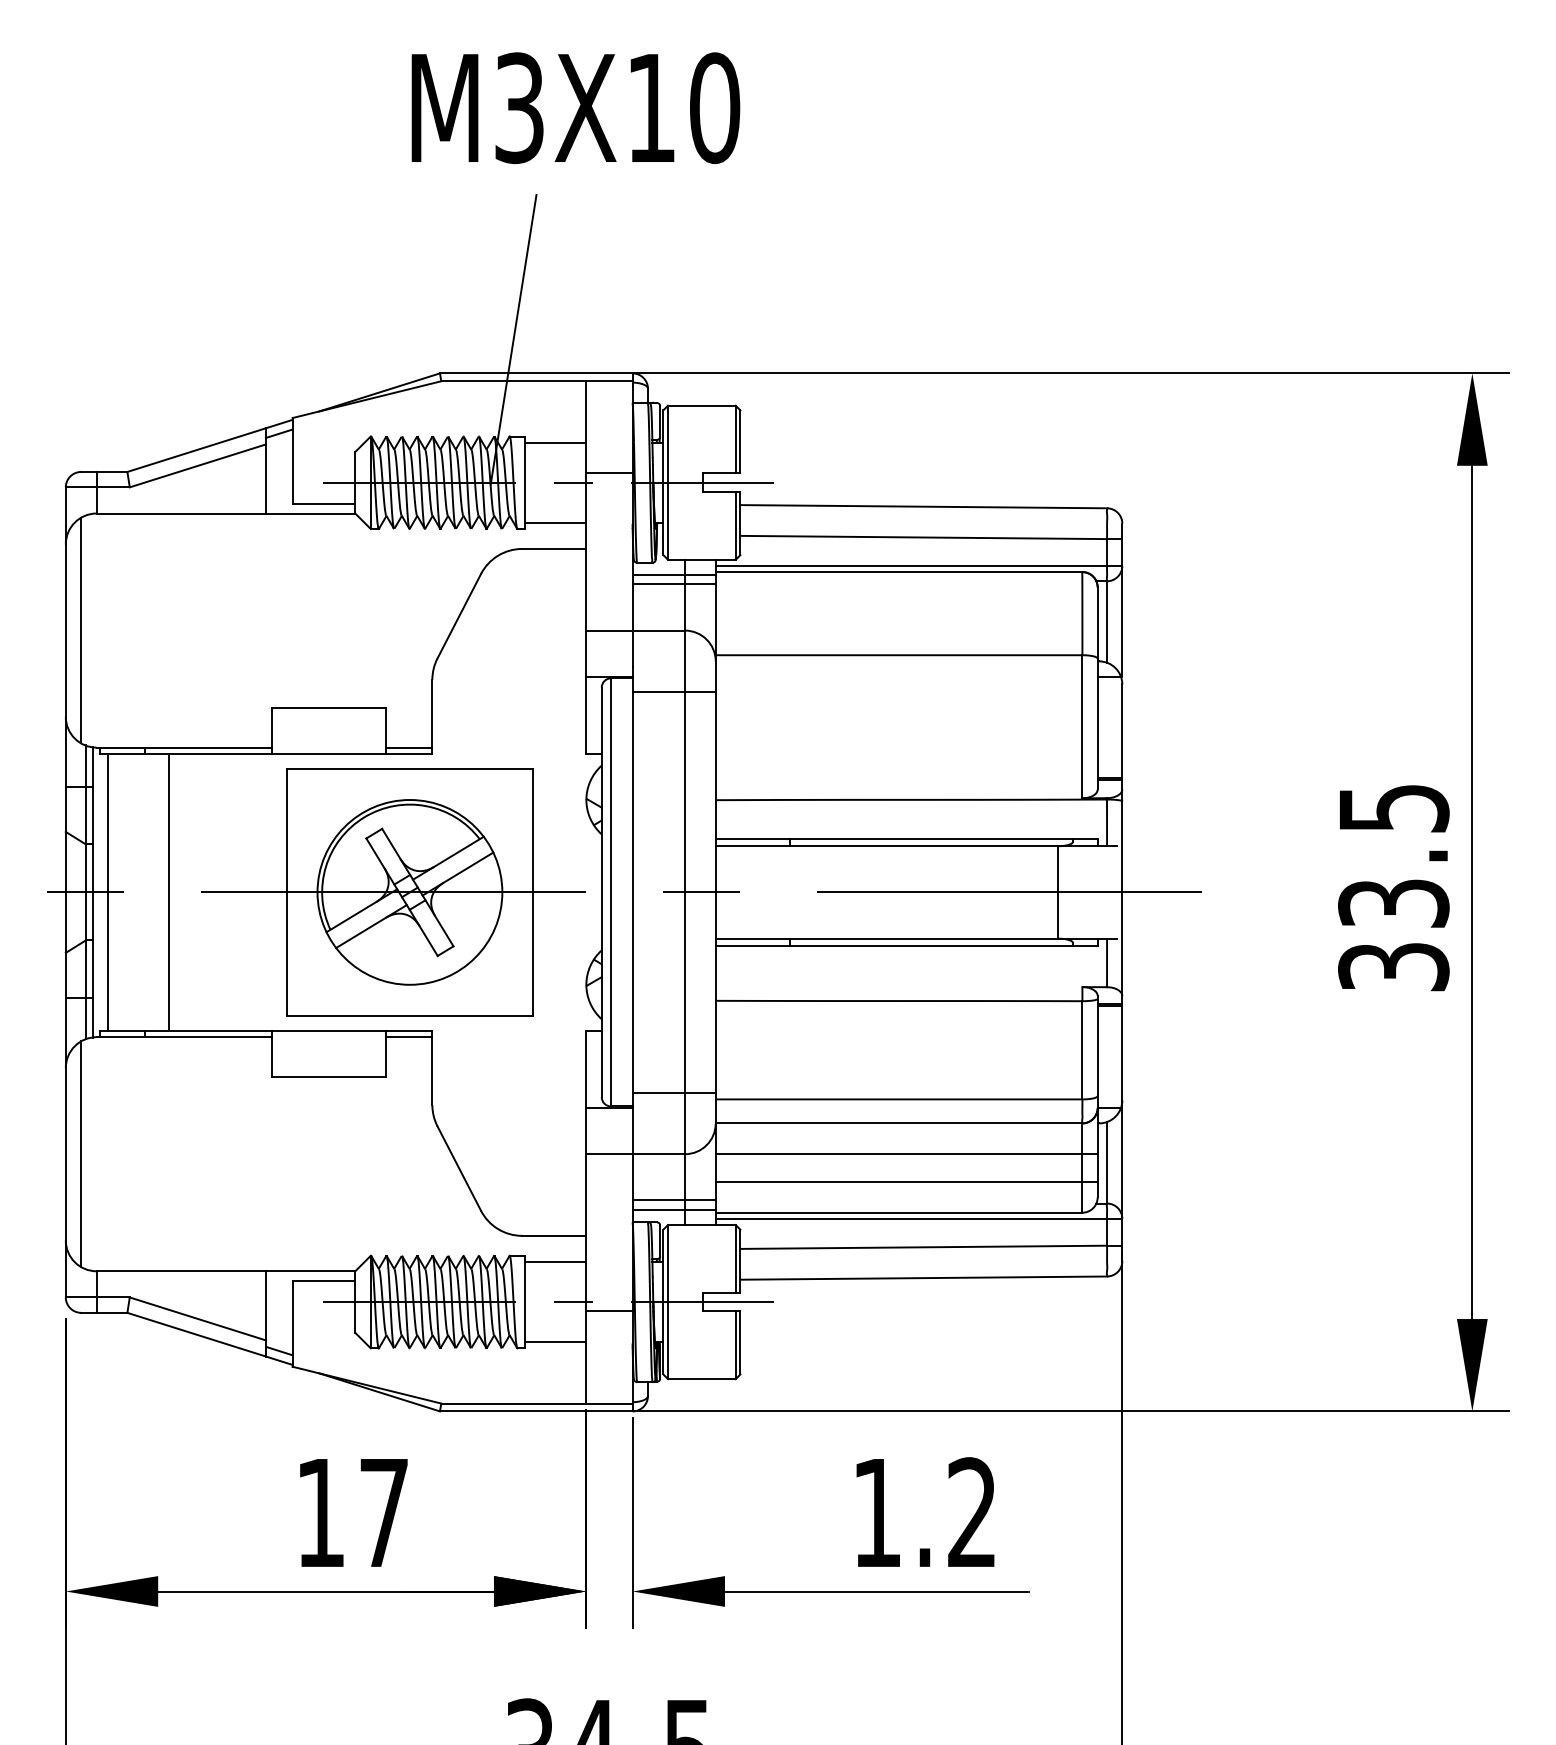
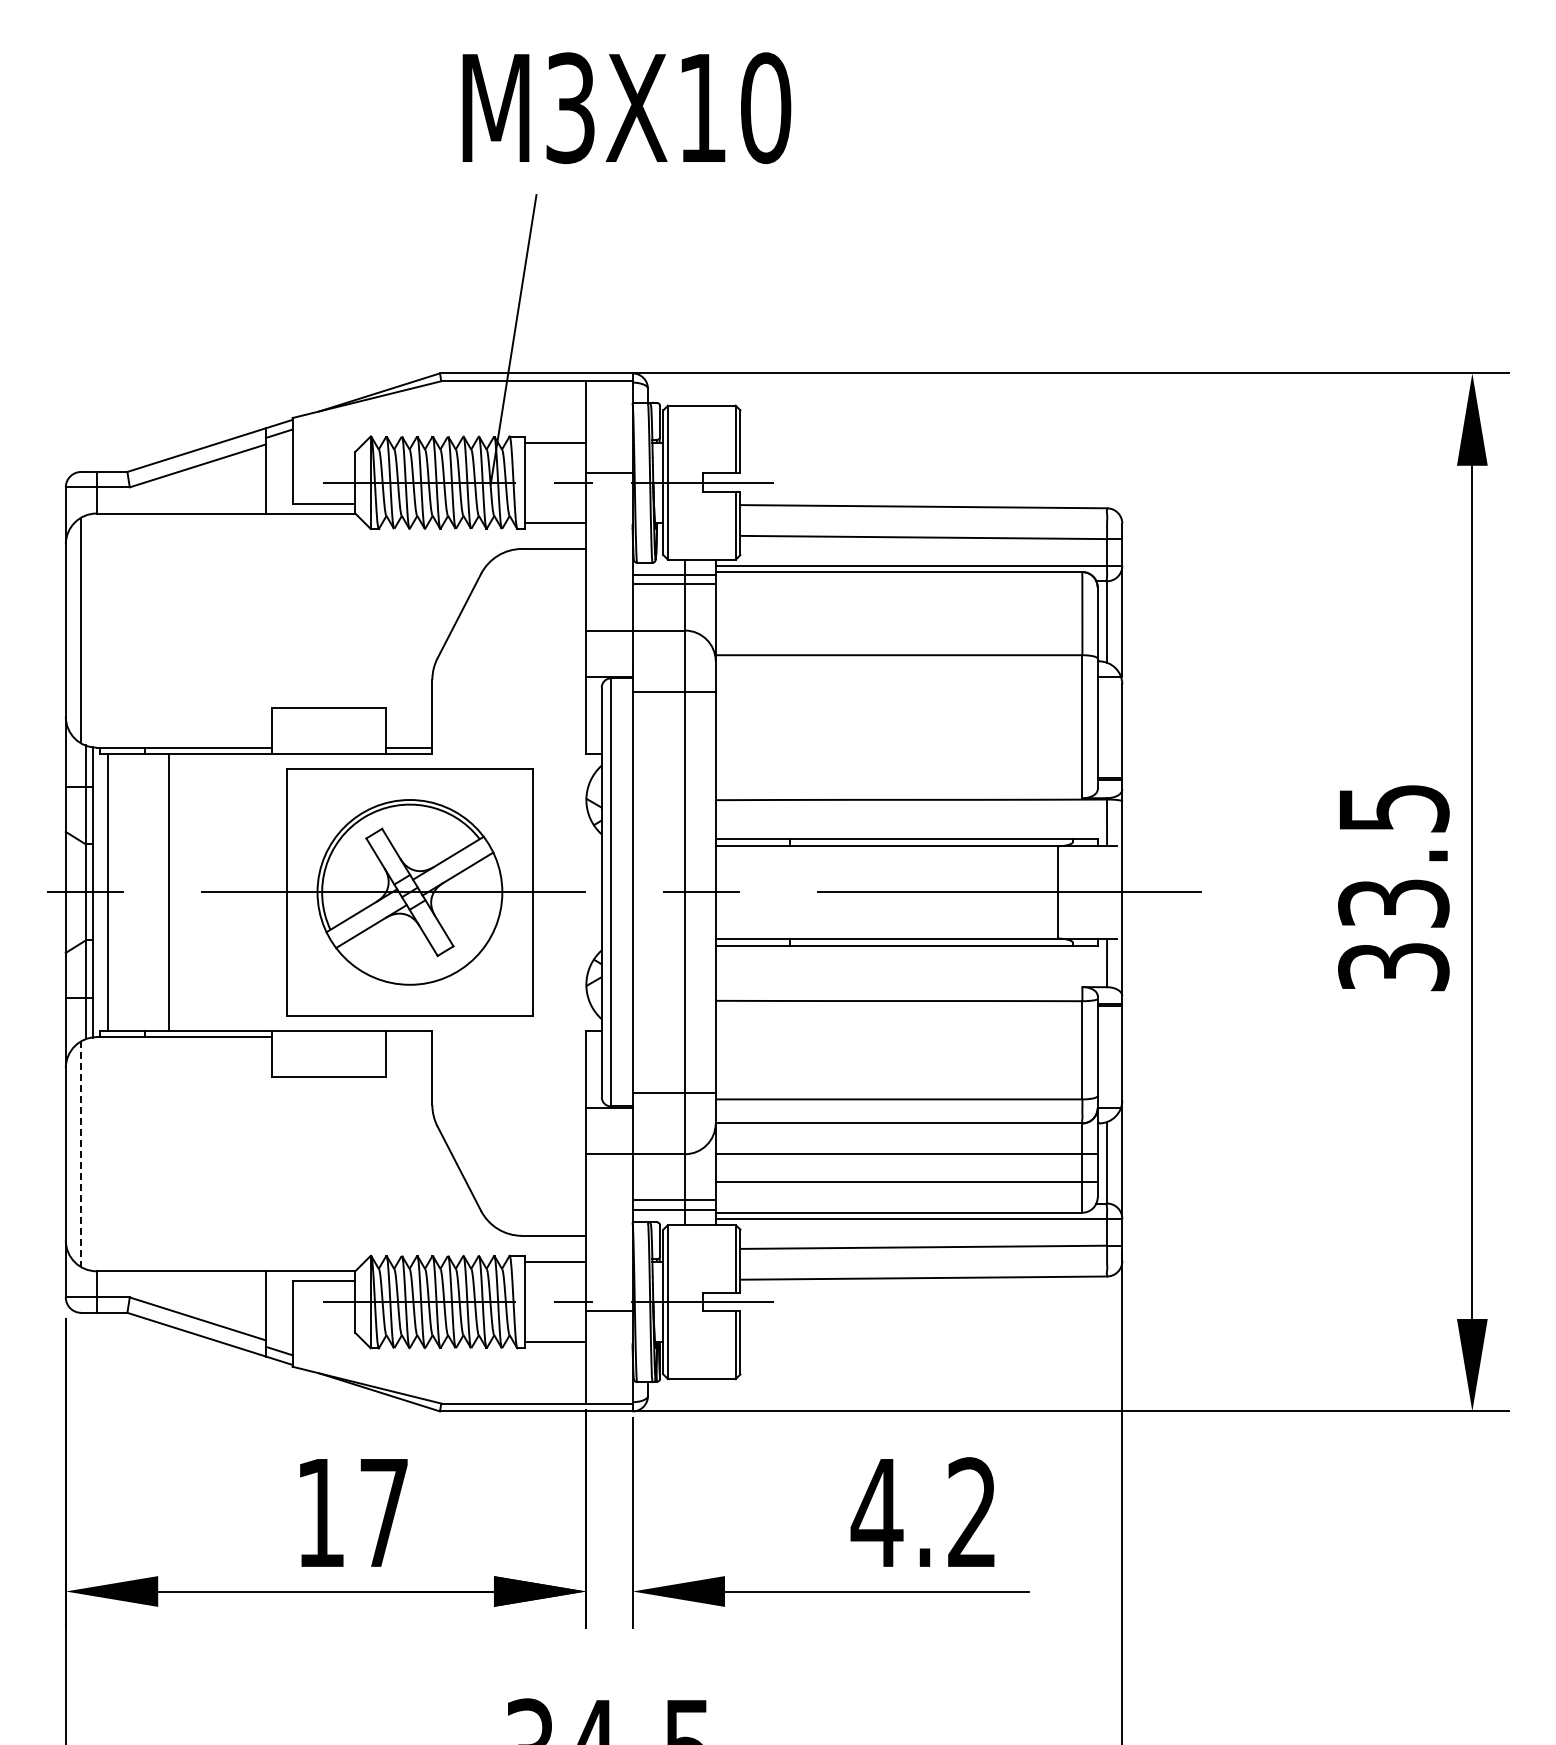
text at (575, 108) position: (575, 108) -> (626, 108)
line at (409, 1037): present -> none
line at (81, 1154): solid -> dashed
text at (876, 1512): 1.2 -> 4.2
